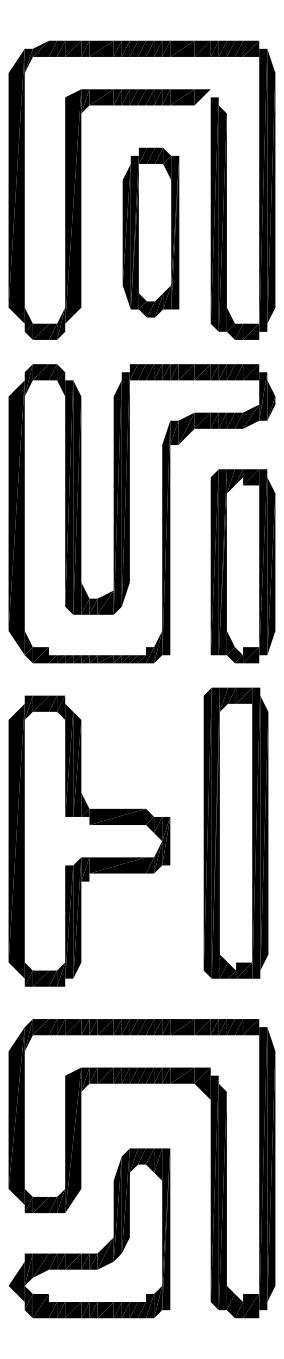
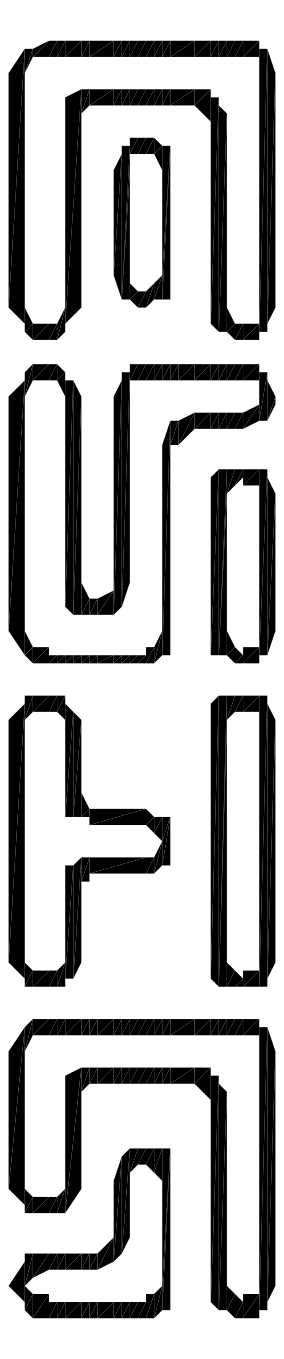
fill at (202, 105): none -> present
part at (150, 232) position: (150, 232) -> (141, 222)
part at (235, 832) position: (235, 832) -> (242, 840)
